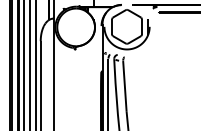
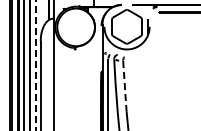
line at (35, 65): solid -> dashed
line at (124, 86): solid -> dashed
